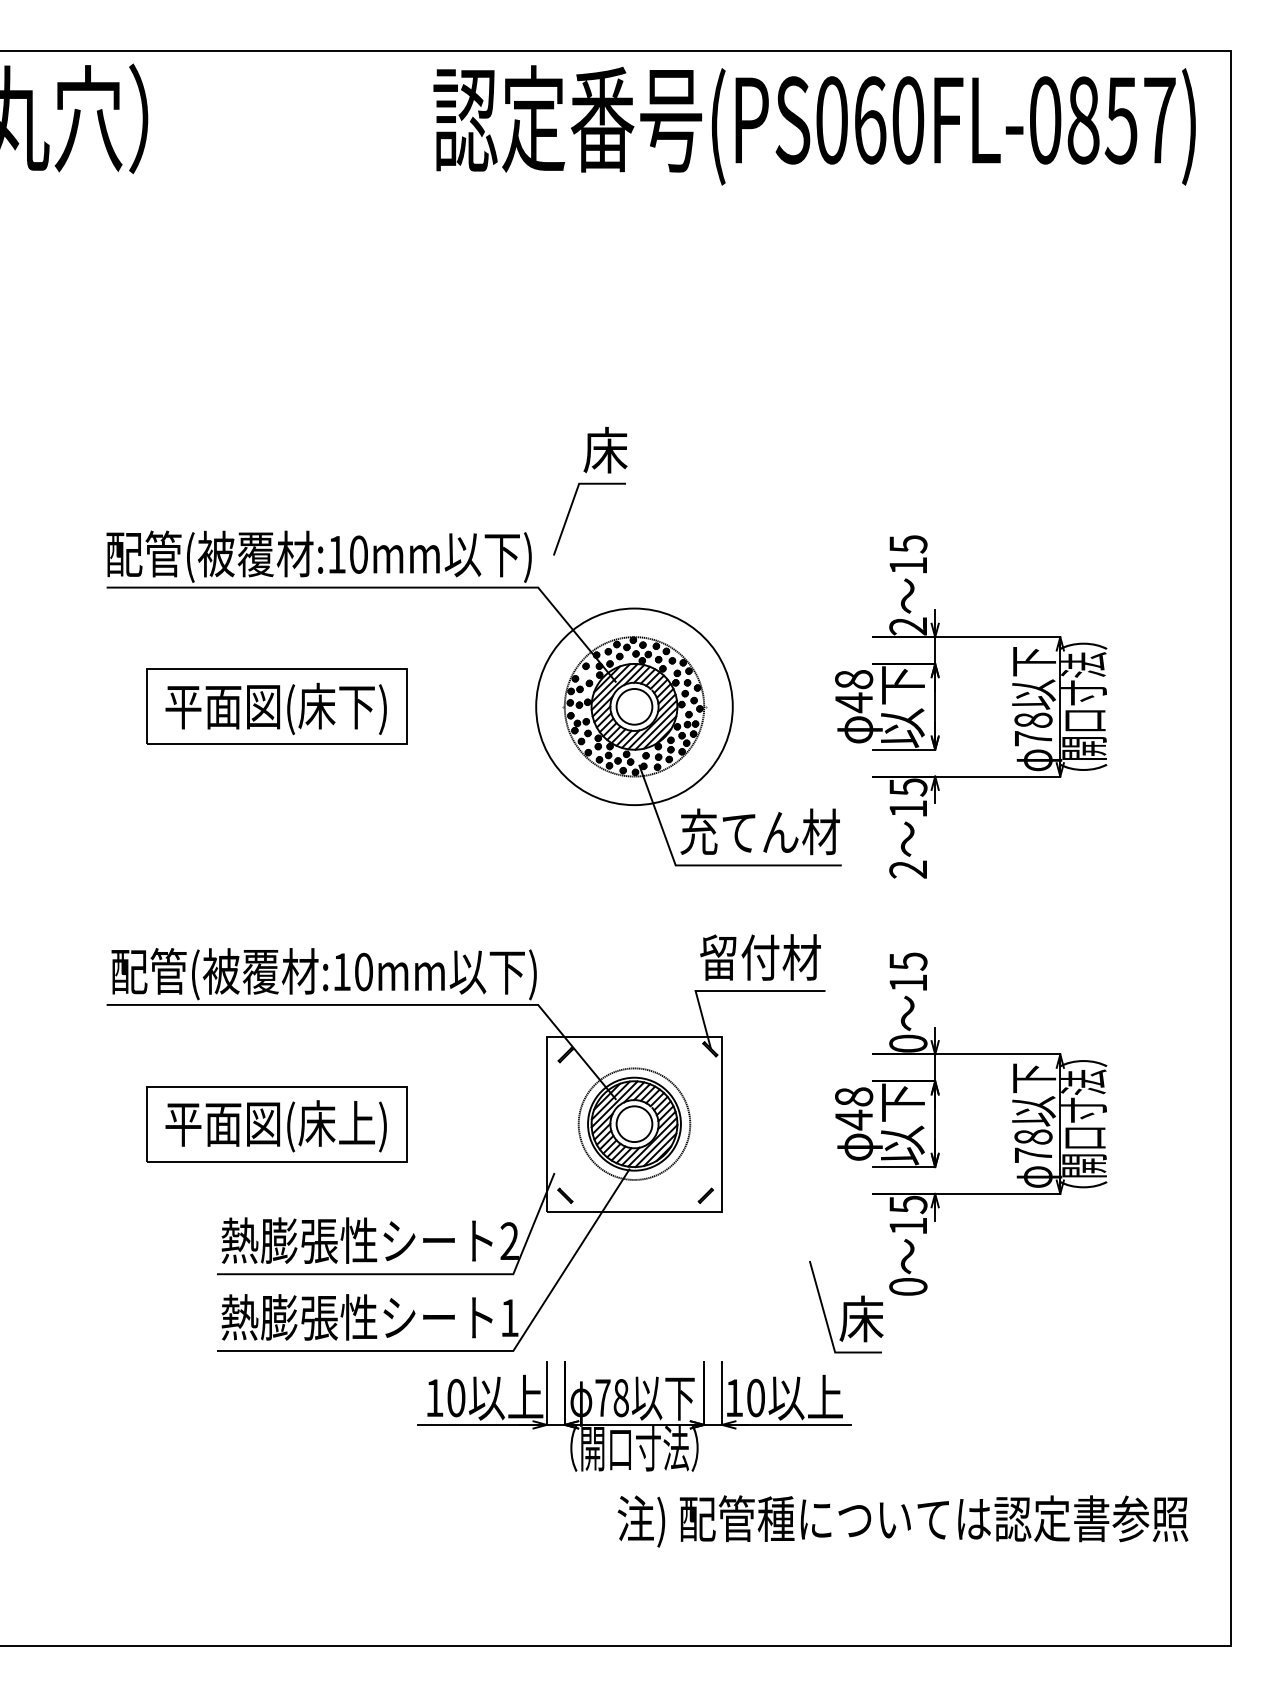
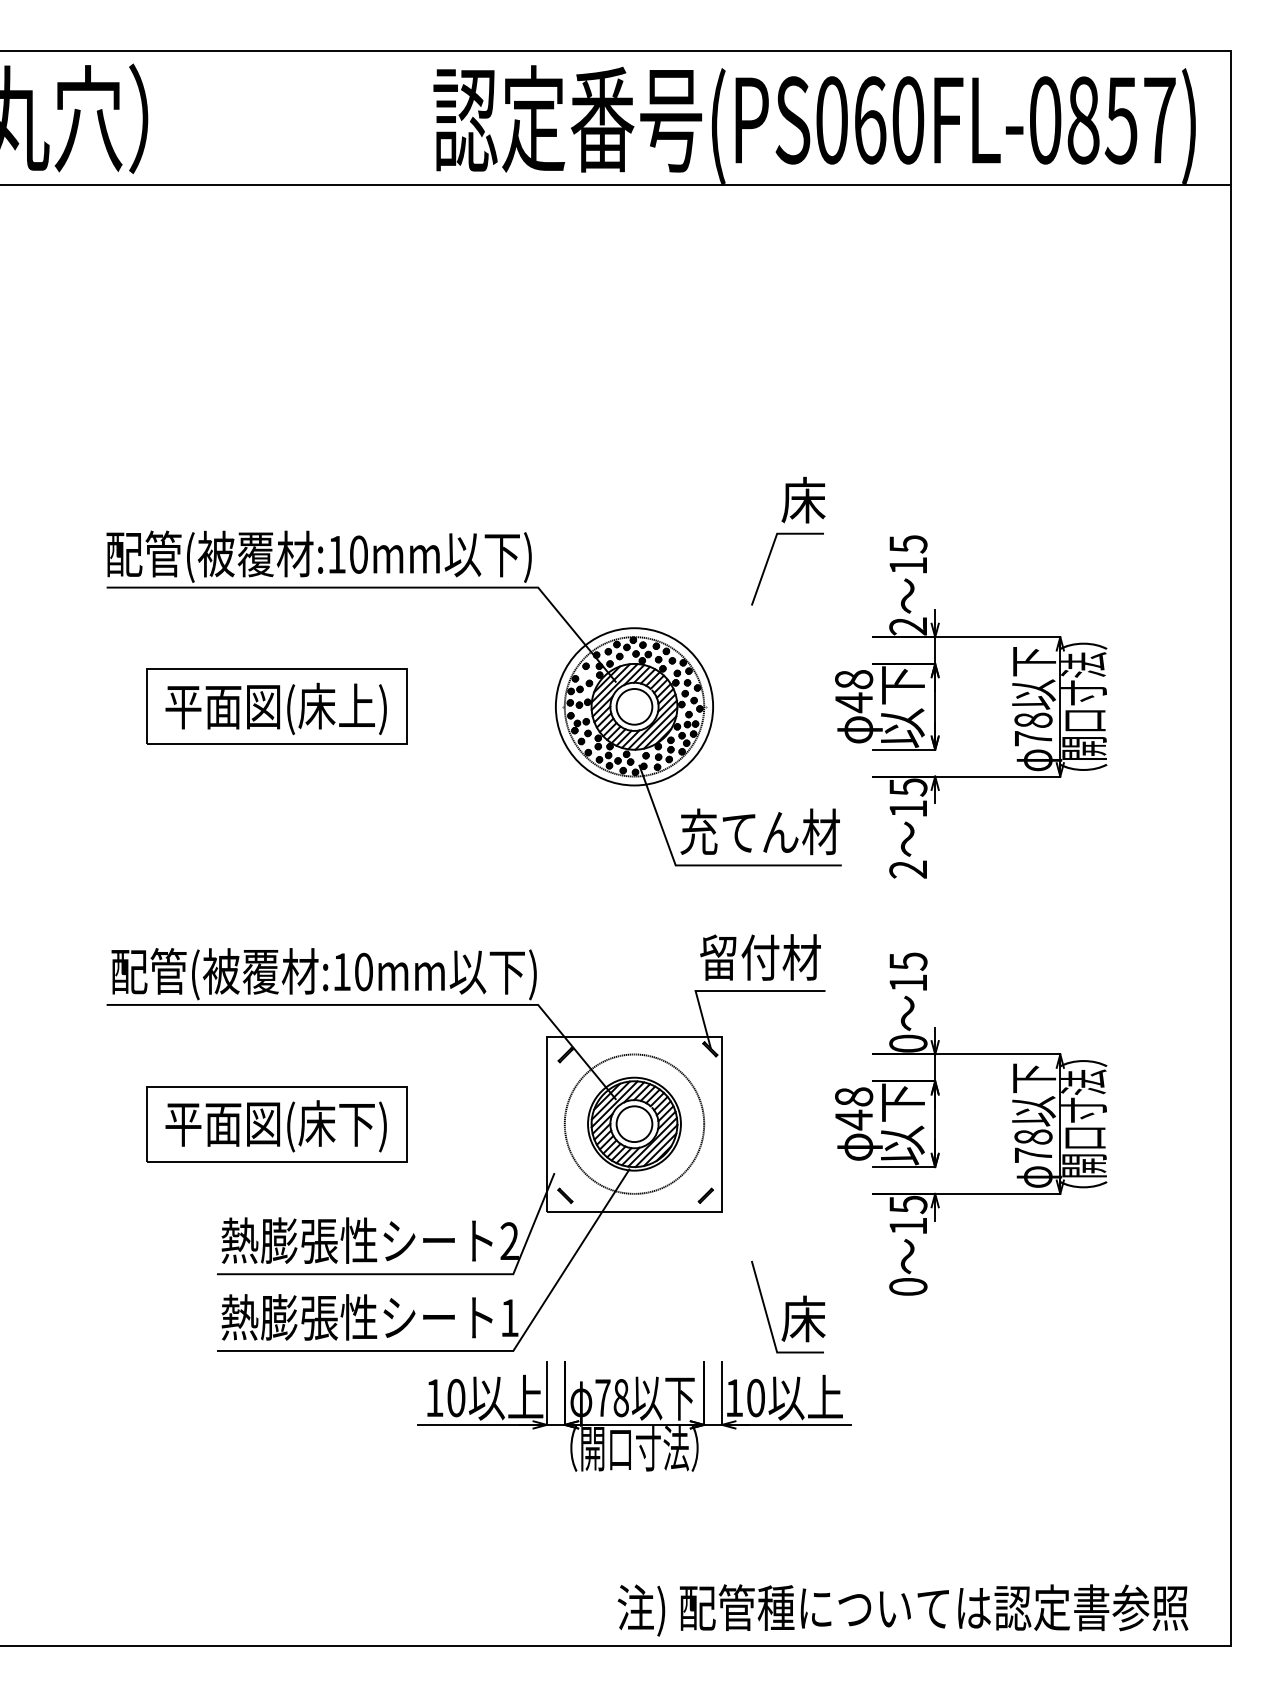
line at (616, 184): none -> present
part at (590, 490) position: (590, 490) -> (788, 540)
text at (356, 706): 平面図(床下) -> 平面図(床上)
circle at (634, 706) diameter: 197 px -> 157 px
text at (356, 1123): 平面図(床上) -> 平面図(床下)
circle at (634, 1123) diameter: 112 px -> 139 px
part at (846, 1306) position: (846, 1306) -> (788, 1306)
text at (902, 1521) position: (902, 1521) -> (902, 1610)
